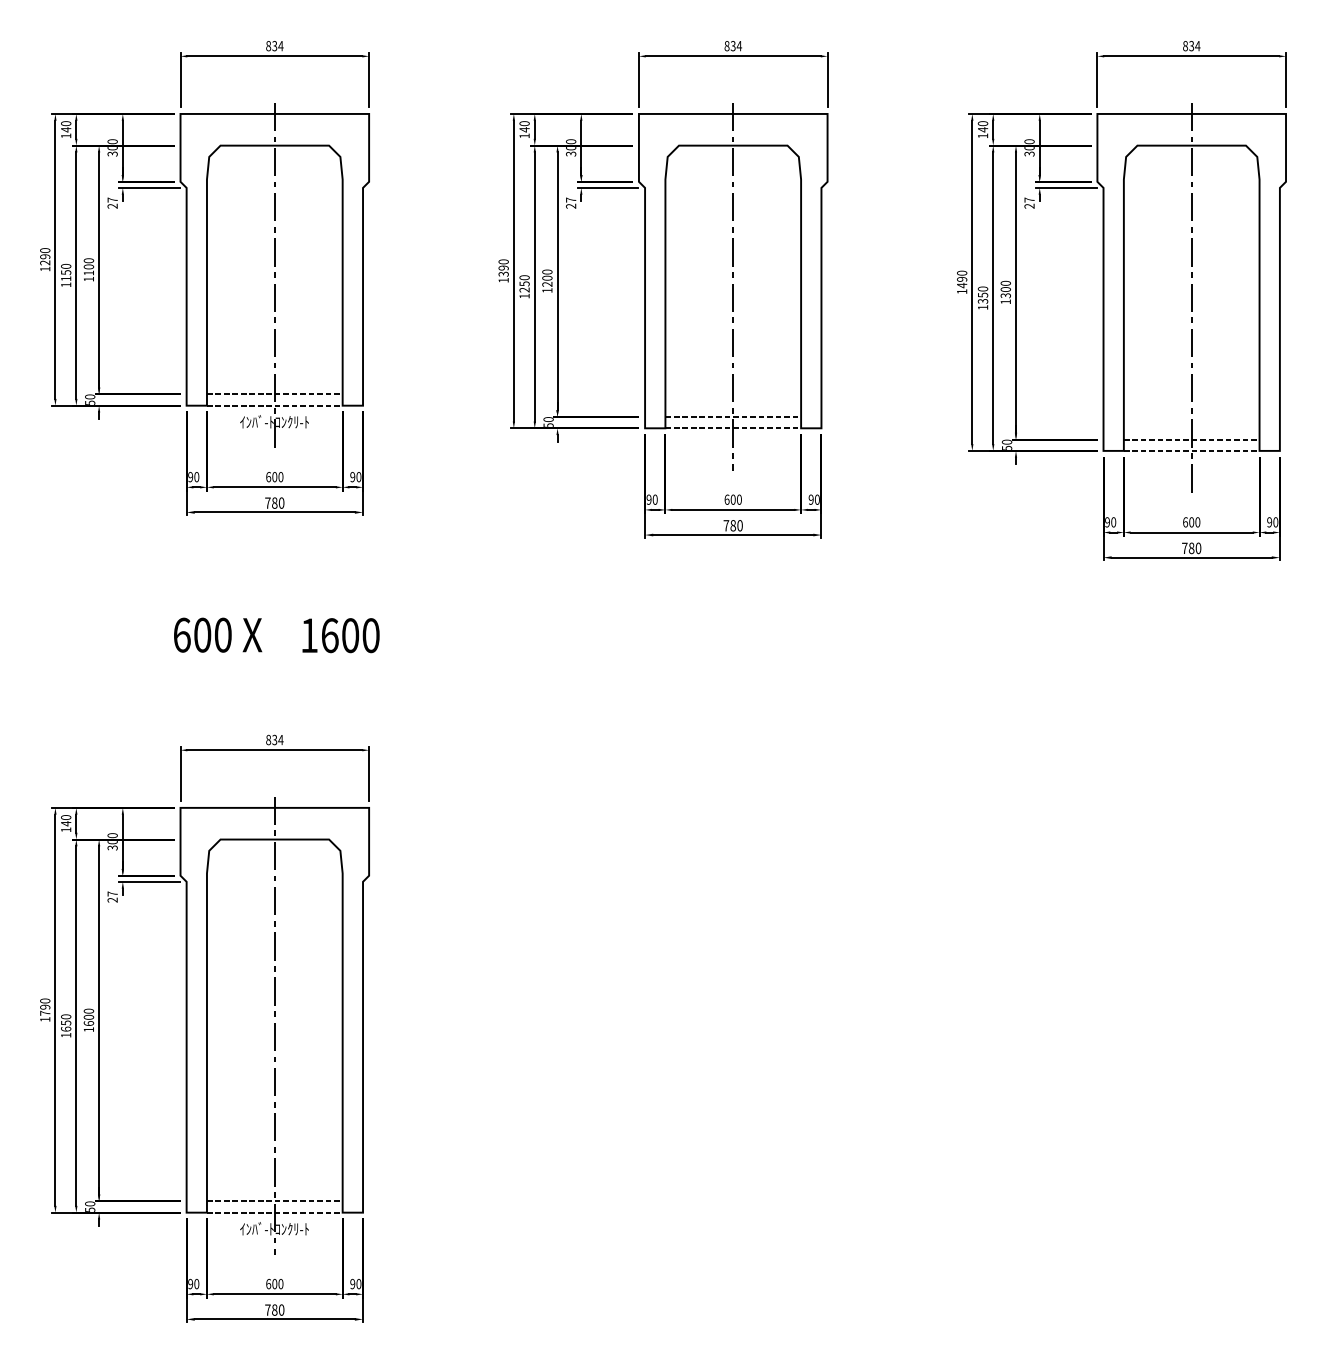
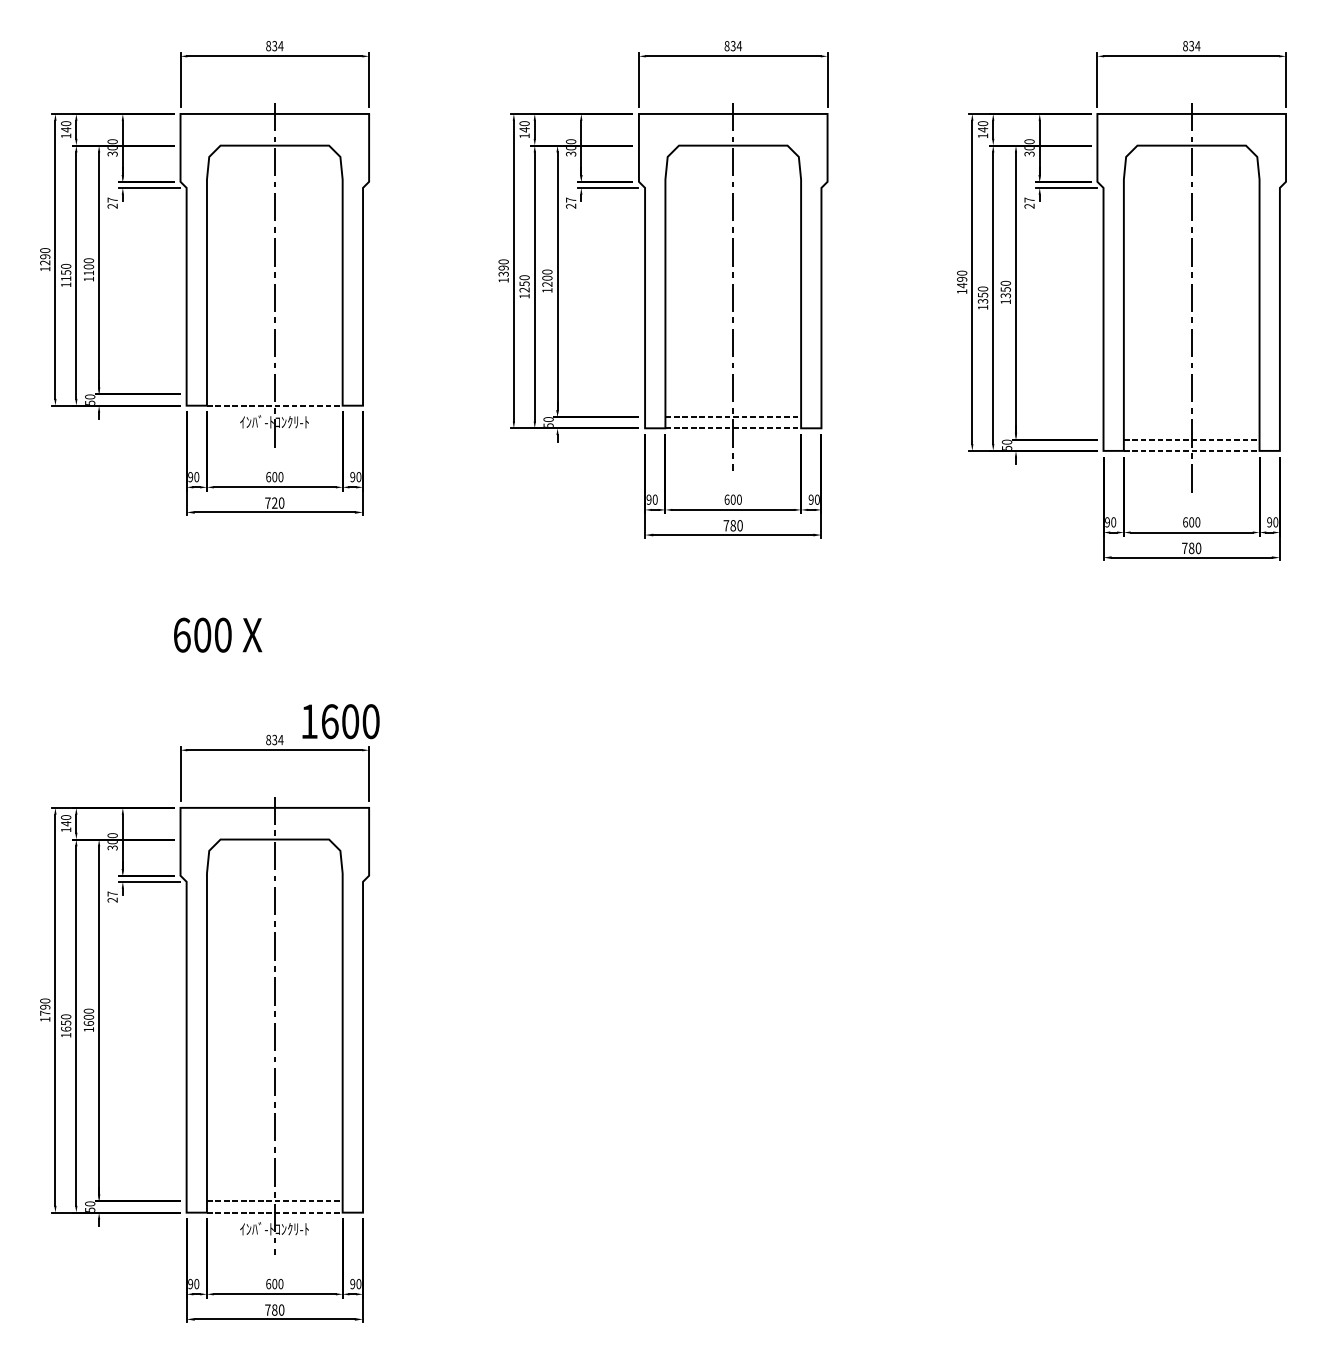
text at (1005, 289): 1300 -> 1350
line at (274, 394): present -> none
text at (274, 502): 780 -> 720
text at (340, 635) position: (340, 635) -> (340, 721)
